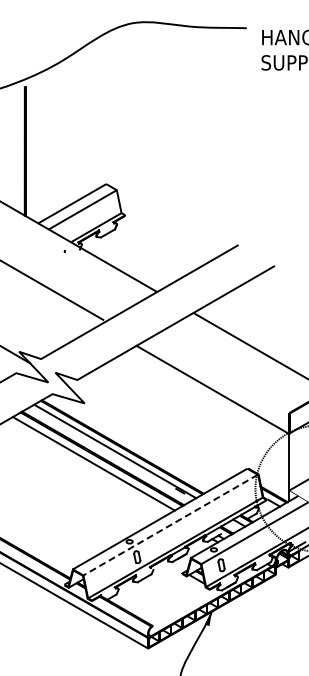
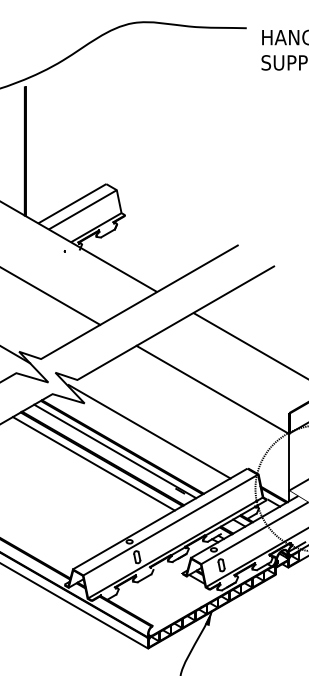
line at (52, 290) position: (52, 290) -> (51, 296)
line at (149, 431): none -> present
line at (170, 525): dashed -> solid
